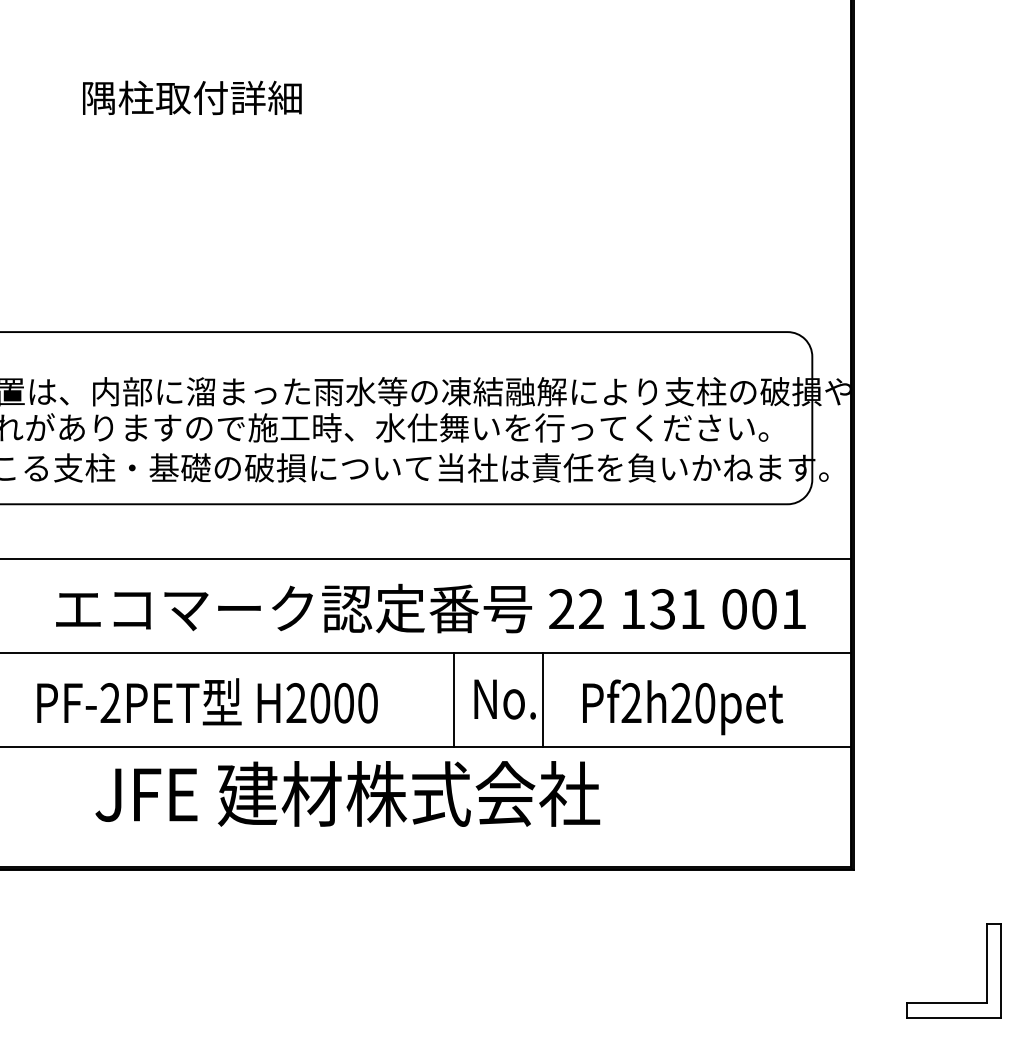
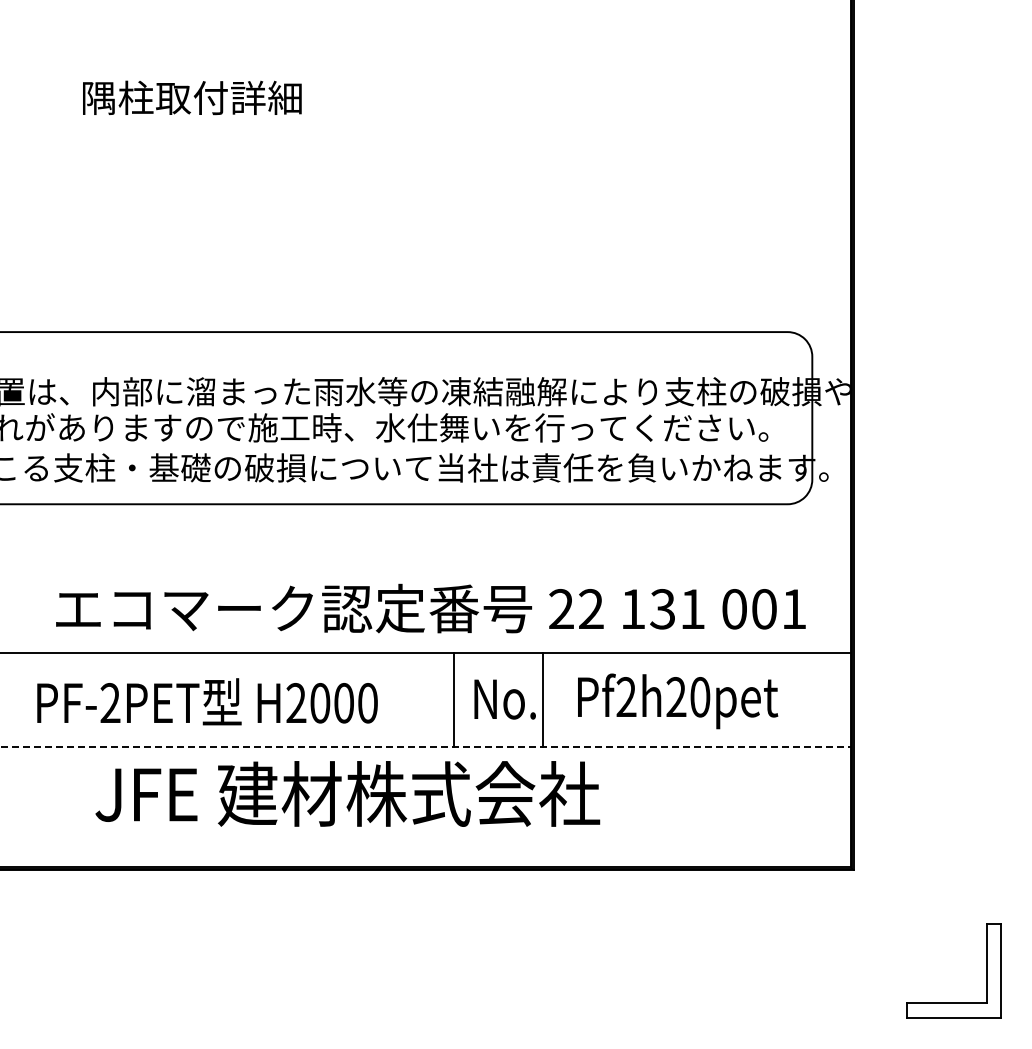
line at (426, 558): present -> none
text at (683, 707) position: (683, 707) -> (678, 701)
line at (426, 746): solid -> dashed
